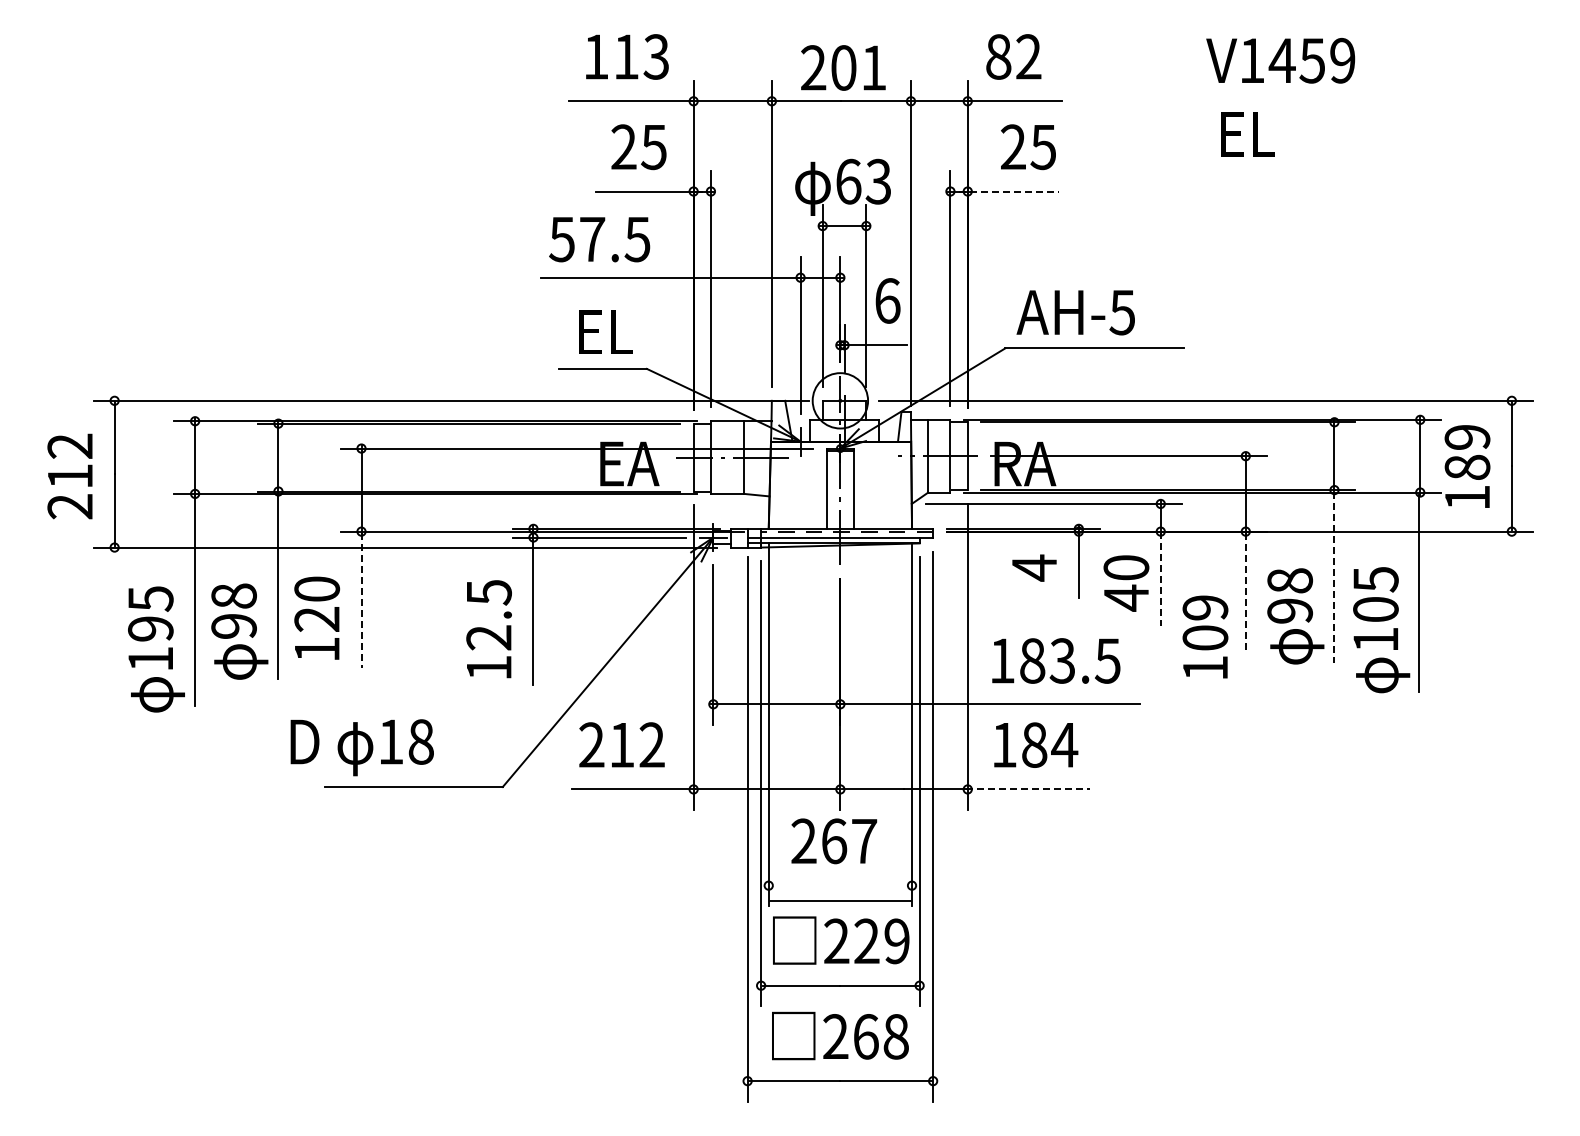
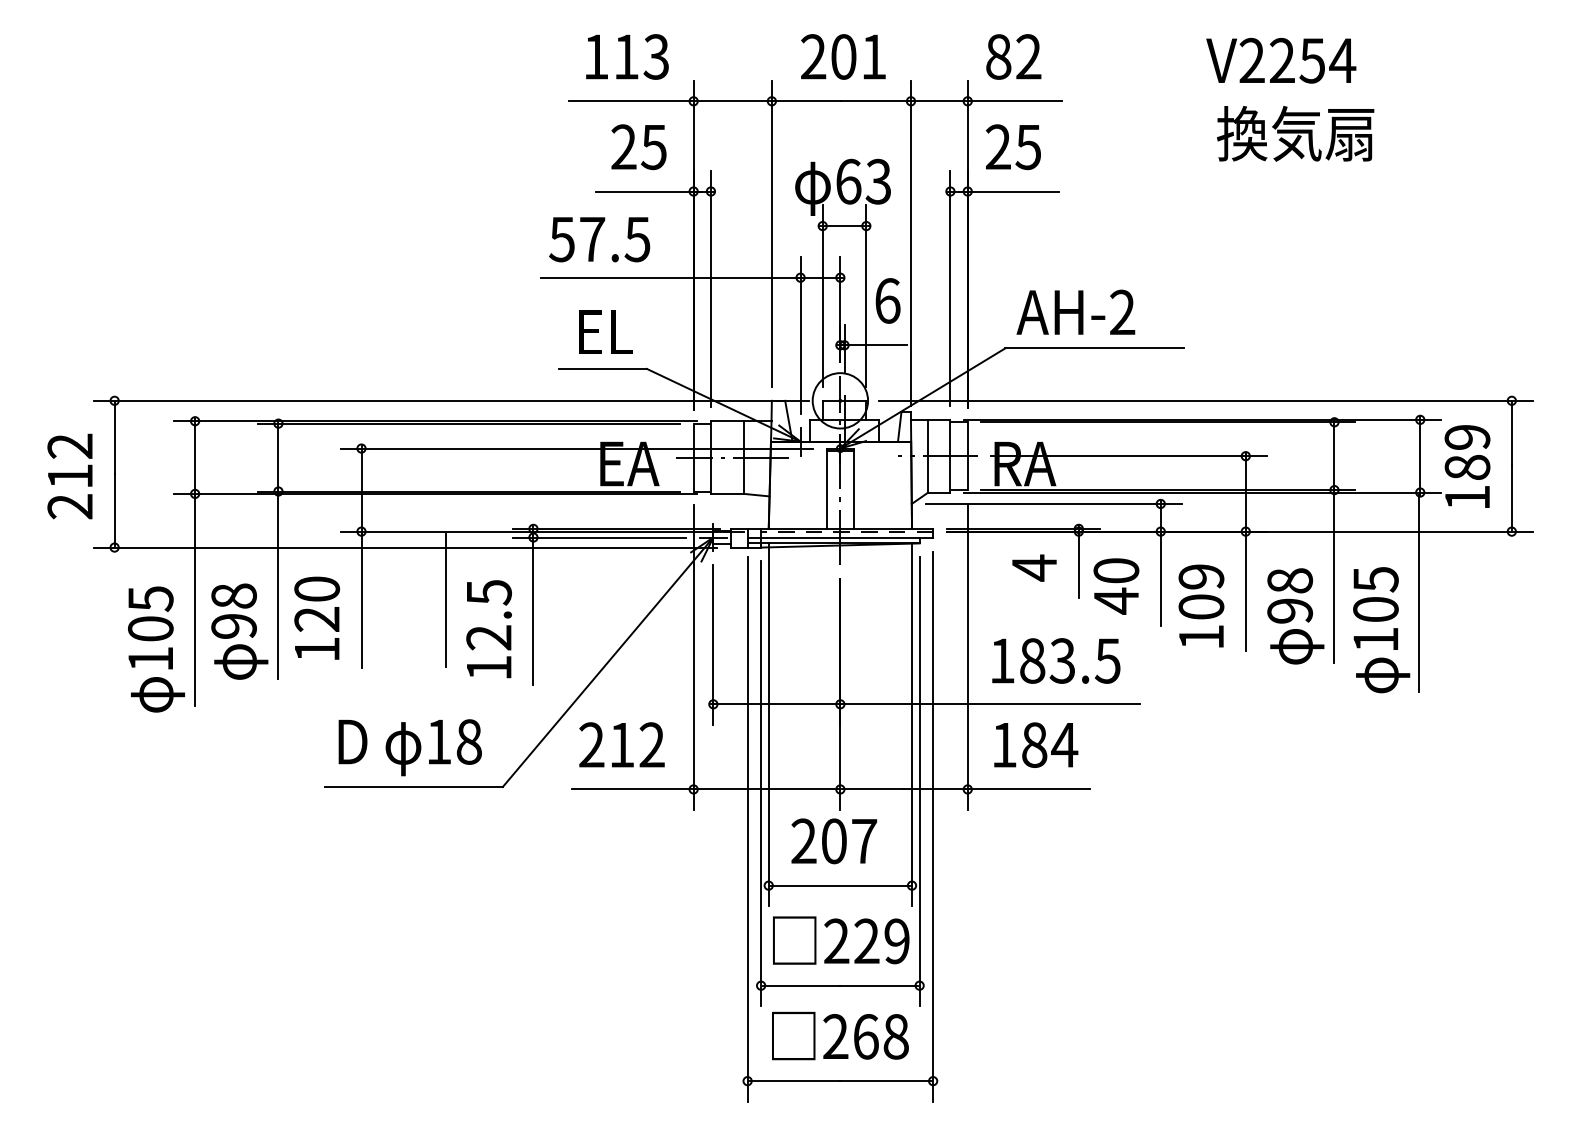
text at (1297, 60): V1459 -> V2254
text at (843, 67) position: (843, 67) -> (843, 56)
text at (1295, 133): EL -> 換気扇
text at (1028, 147) position: (1028, 147) -> (1013, 147)
line at (1008, 191): dashed -> solid
text at (1122, 312): AH-5 -> AH-2
line at (1334, 577): dashed -> solid
line at (1160, 579): dashed -> solid
text at (1126, 583) position: (1126, 583) -> (1116, 586)
line at (1245, 591): dashed -> solid
line at (361, 600): dashed -> solid
line at (445, 600): none -> present
text at (150, 628): 195 -> 105
text at (1205, 636) position: (1205, 636) -> (1201, 605)
text at (361, 747) position: (361, 747) -> (409, 747)
line at (1028, 789): dashed -> solid
text at (834, 841): 267 -> 207
line at (840, 900) position: (840, 900) -> (840, 885)
